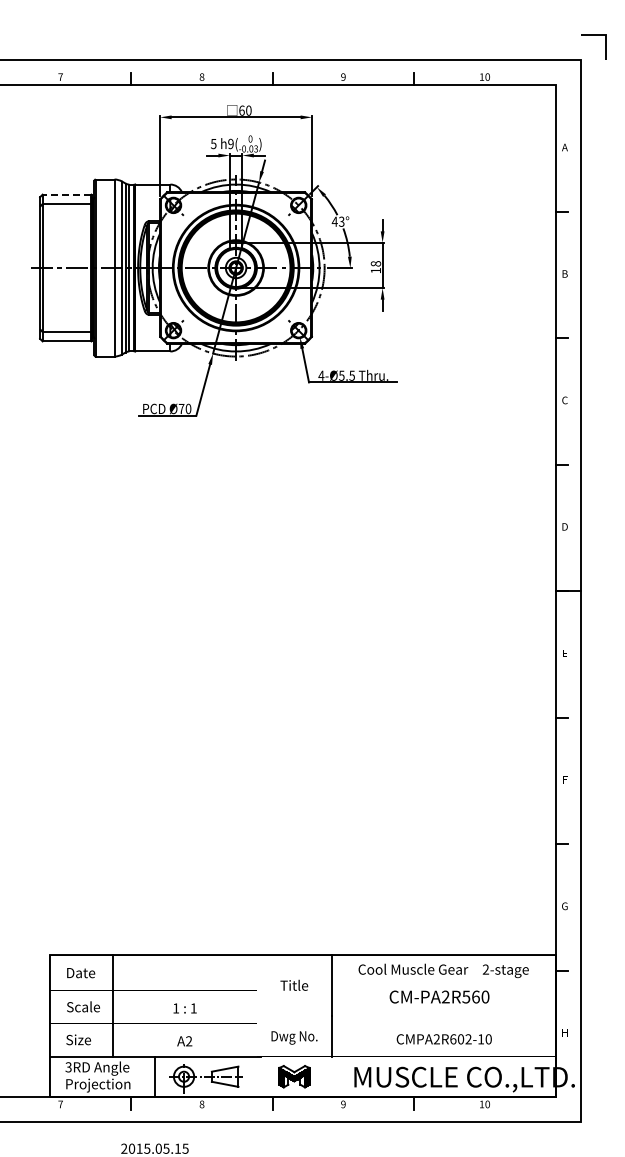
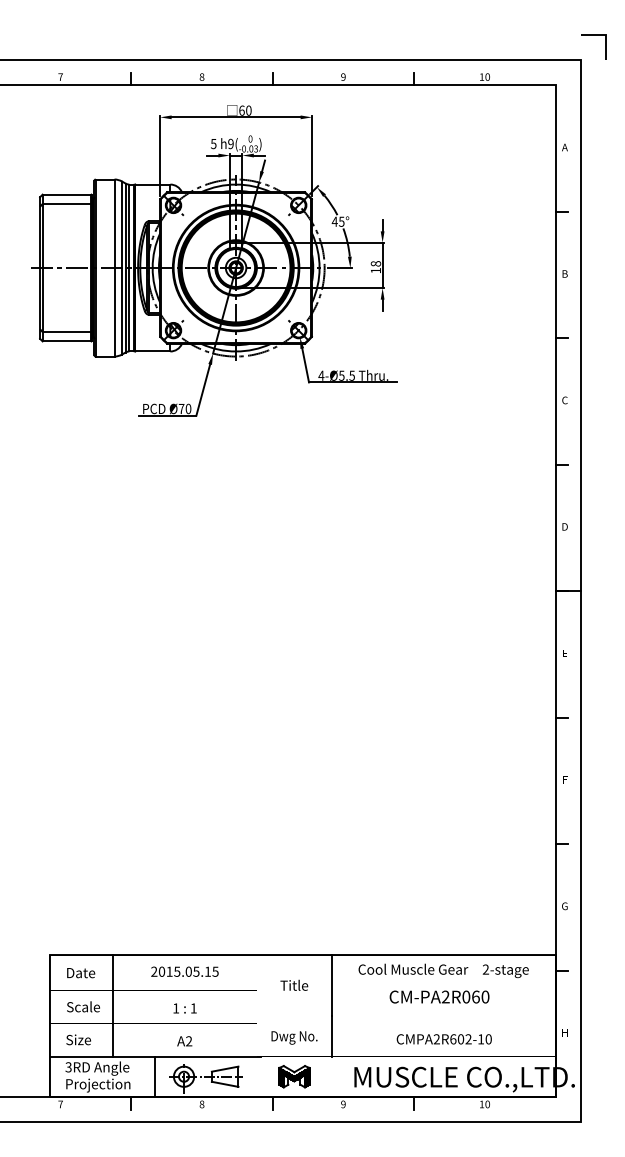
line at (66, 194): dashed -> solid
text at (341, 221): 43° -> 45°
text at (466, 996): CM-PA2R560 -> CM-PA2R060
text at (154, 1148) position: (154, 1148) -> (184, 971)
